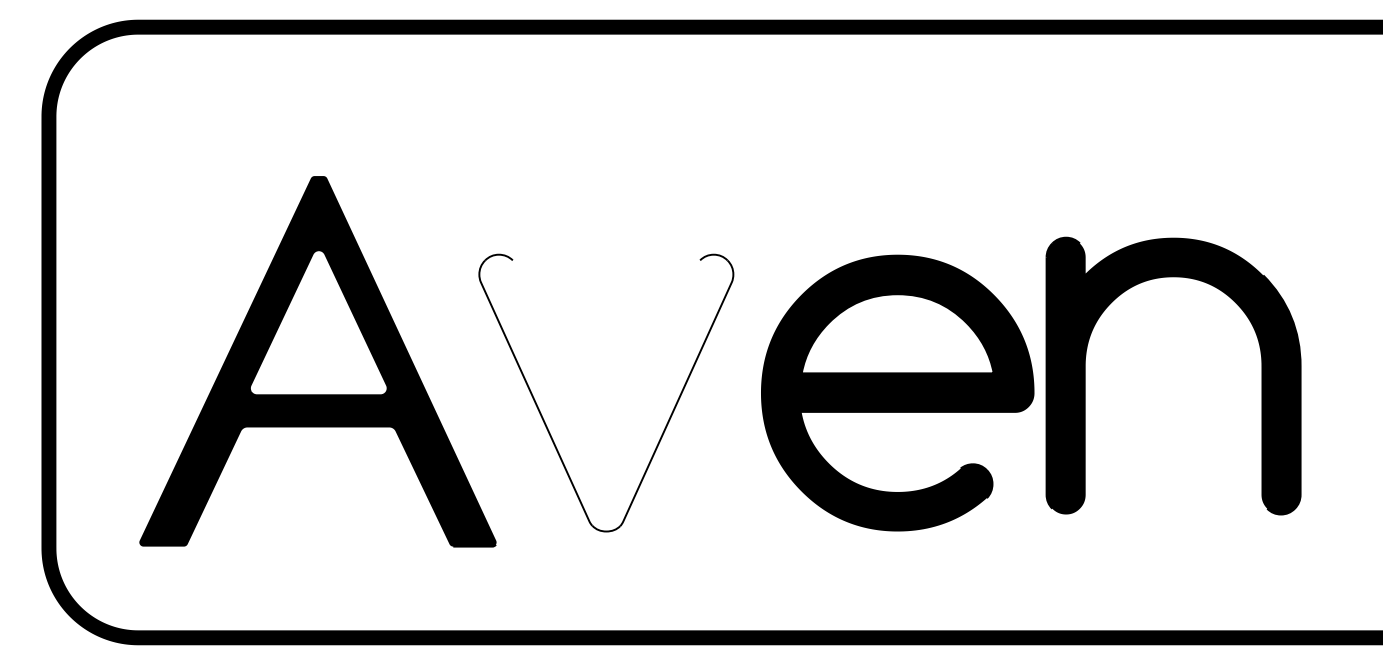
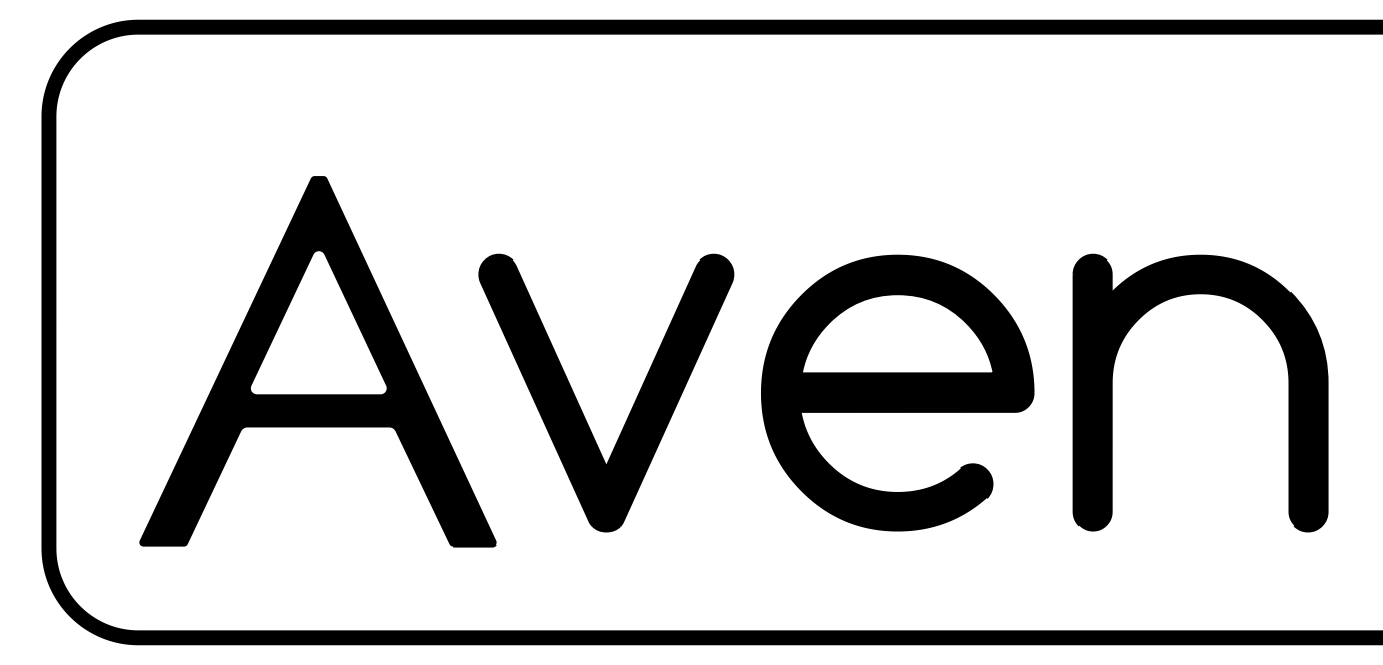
part at (1085, 375) position: (1085, 375) -> (1112, 392)
fill at (606, 392): none -> present
